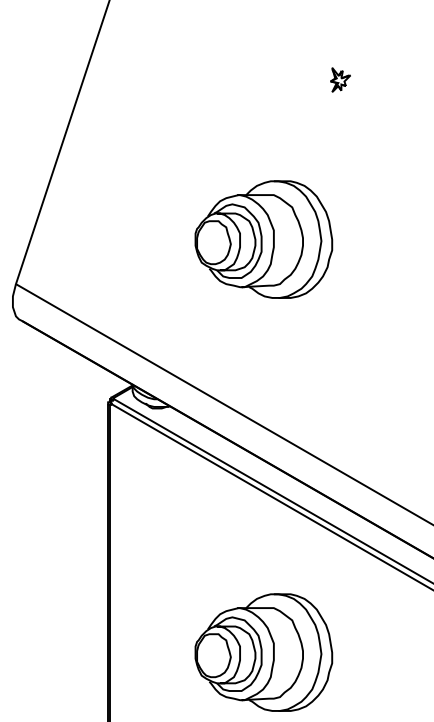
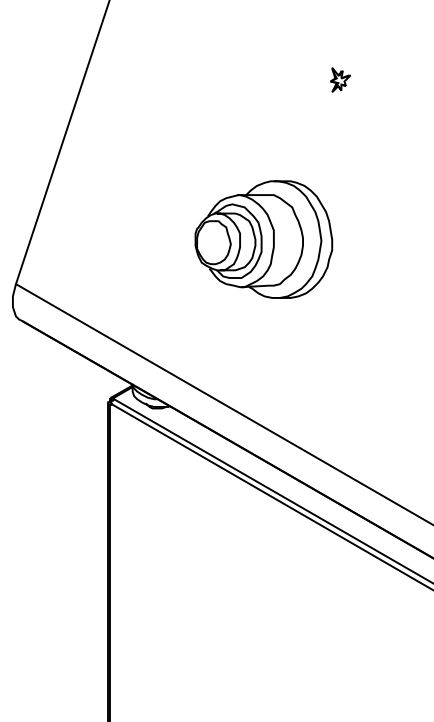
part at (263, 652): present -> none
